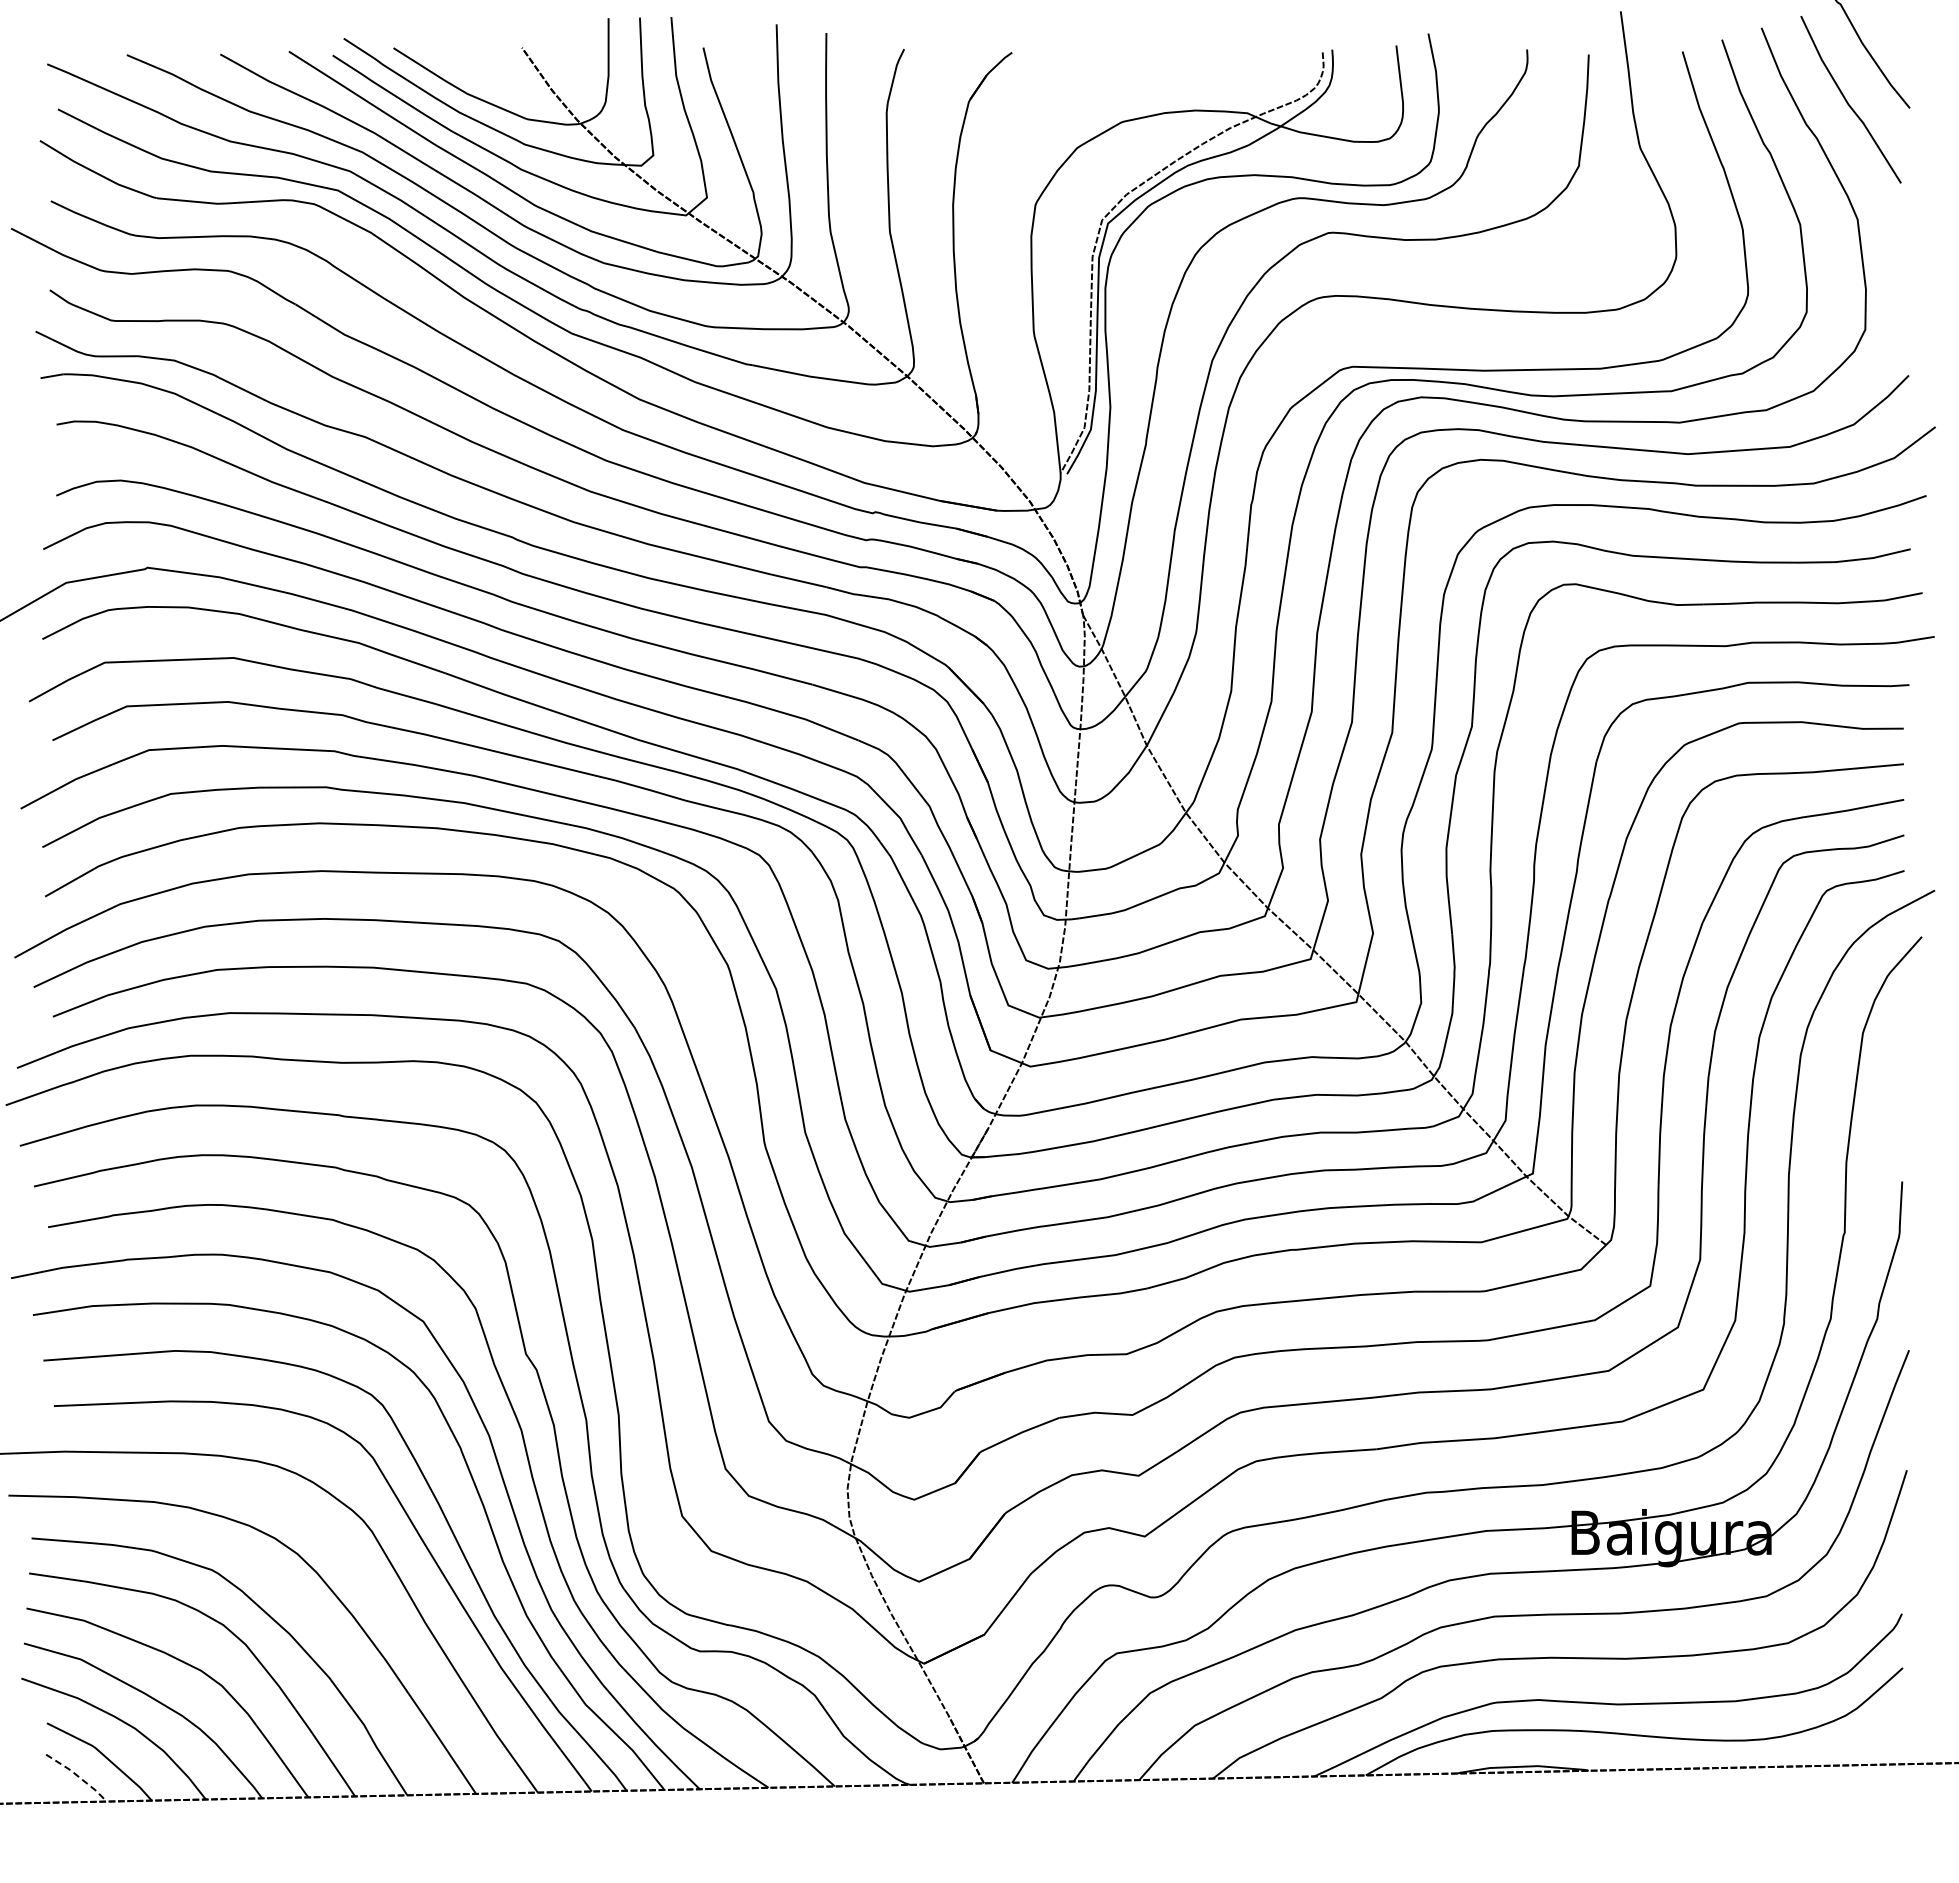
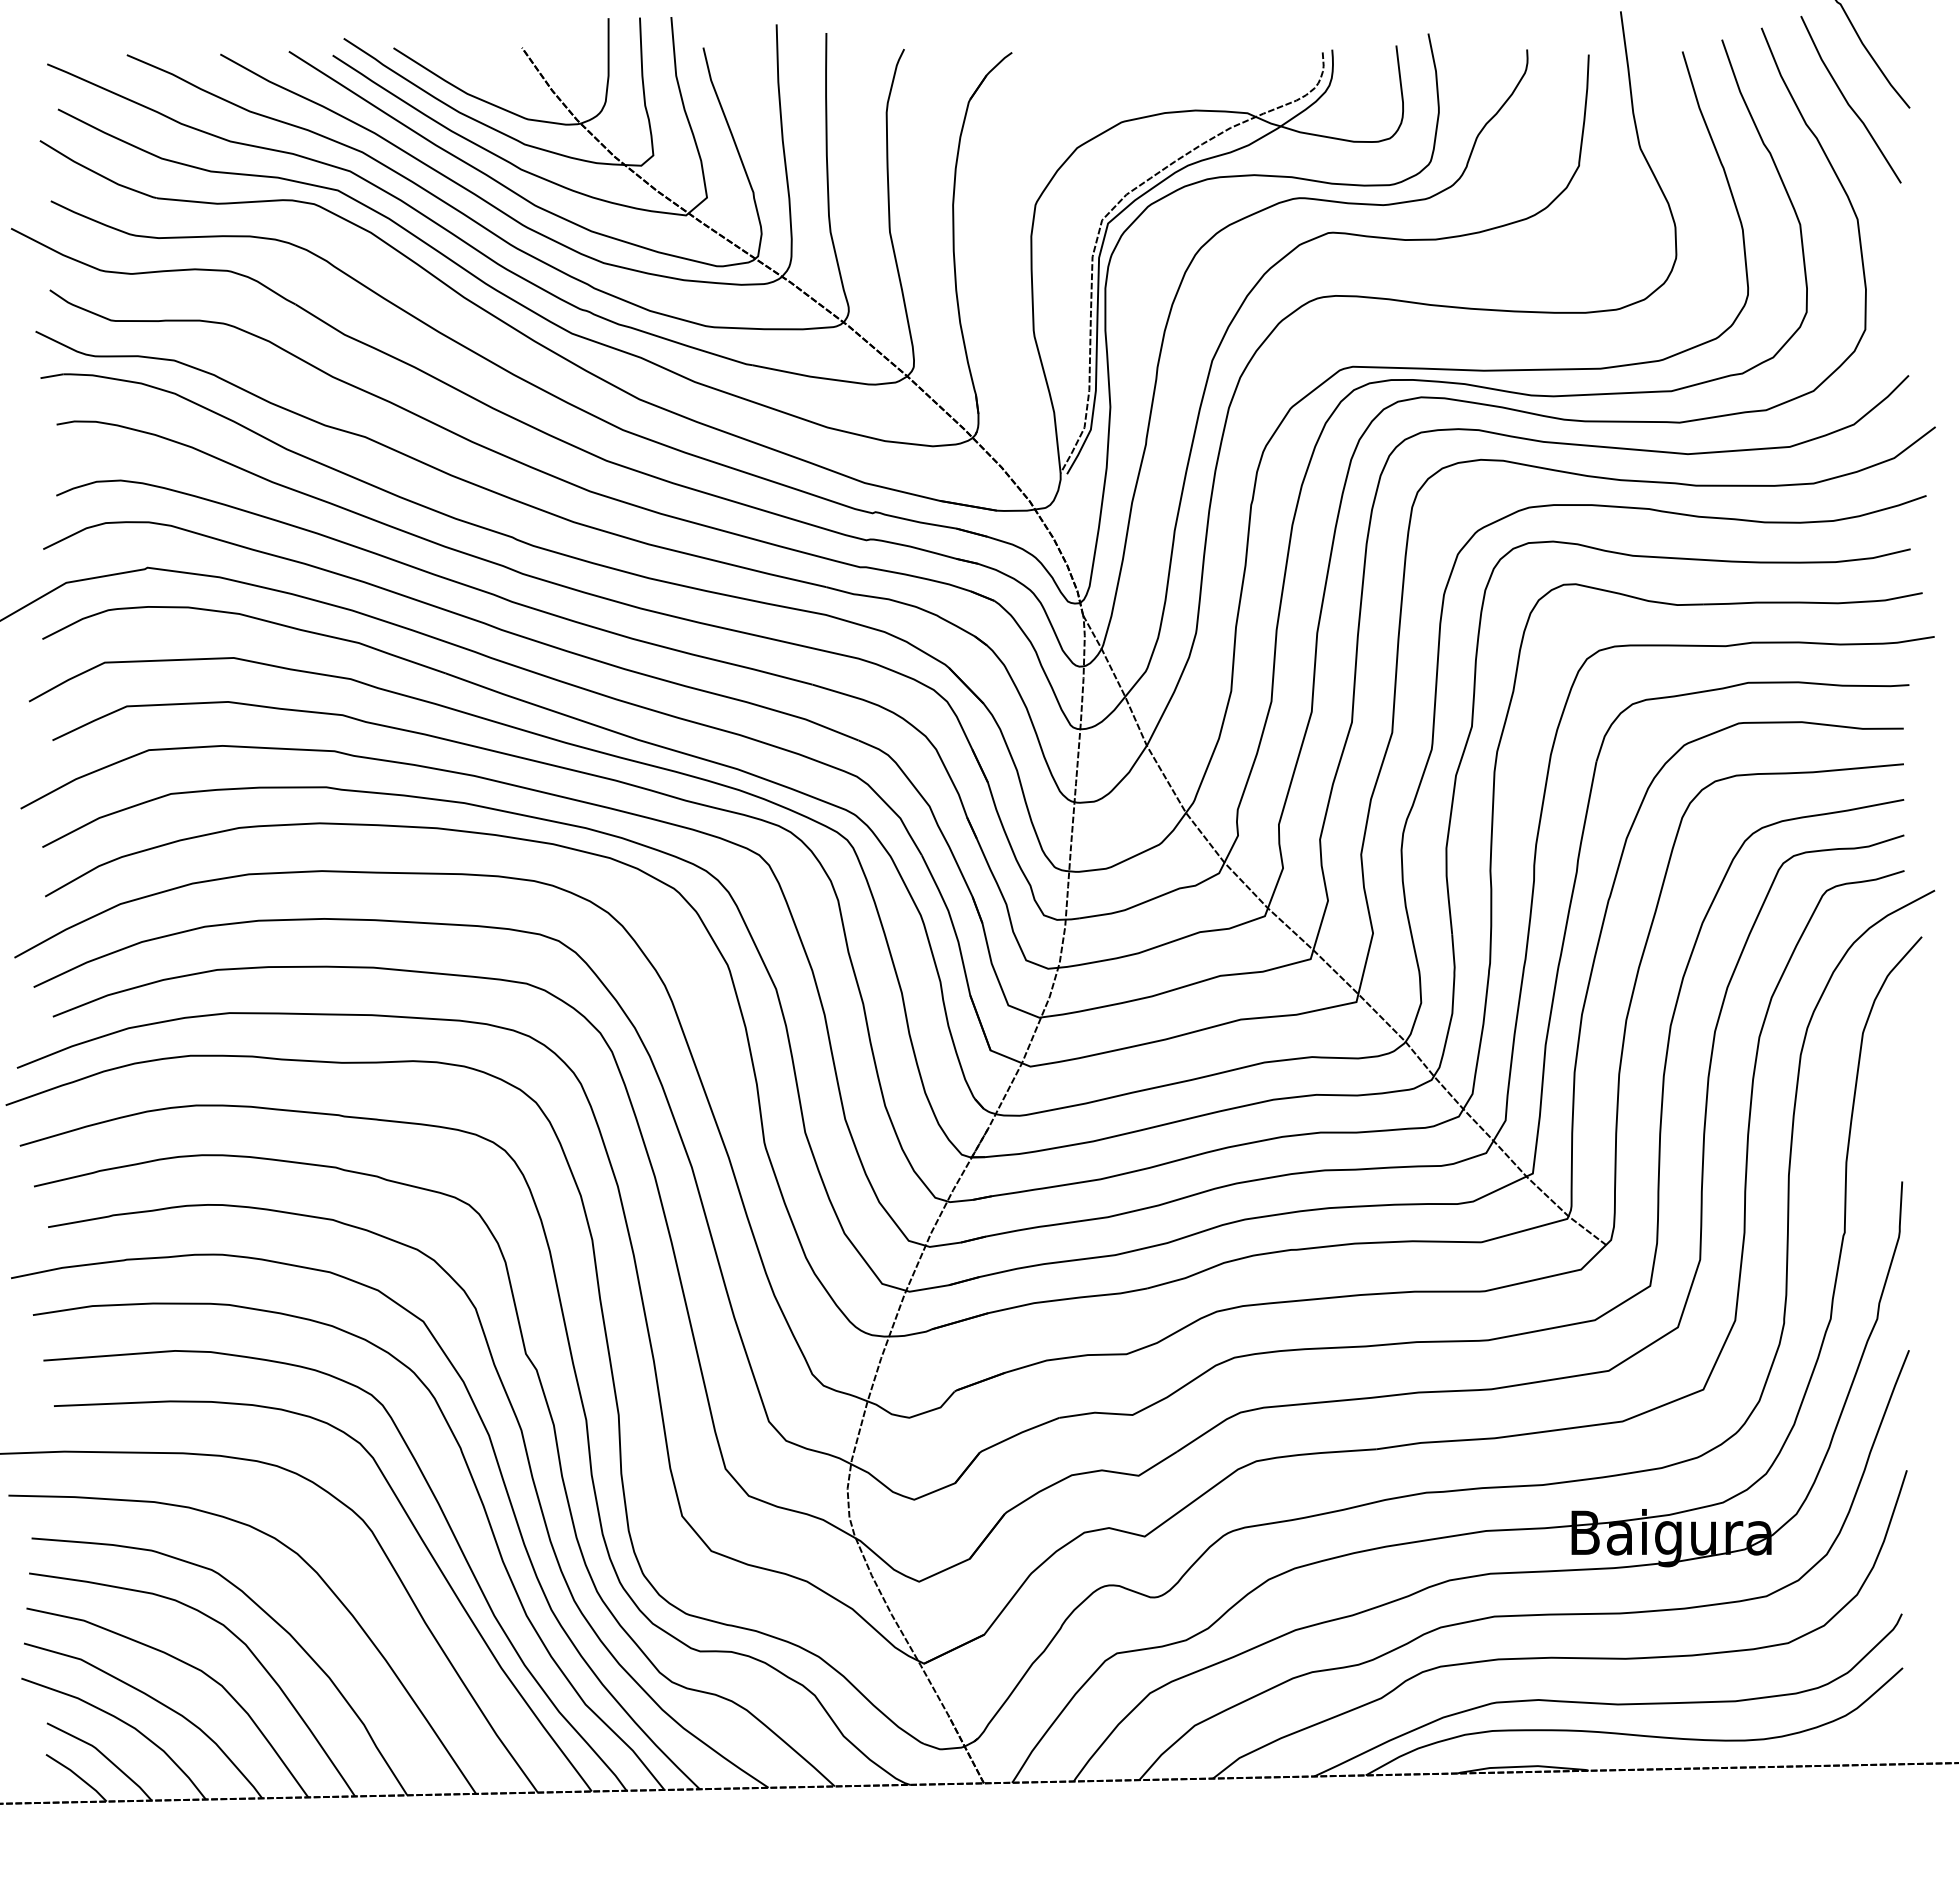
line at (78, 1776): dashed -> solid
